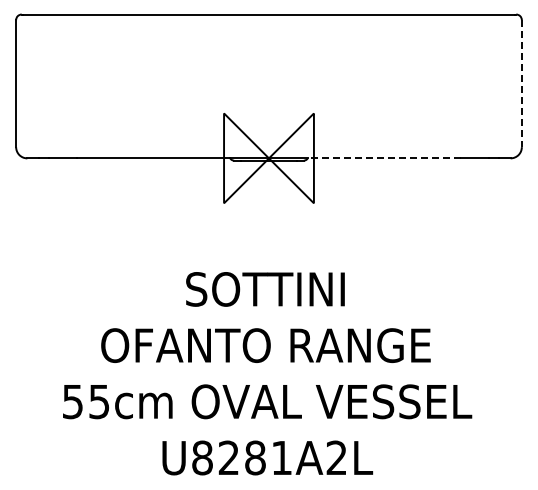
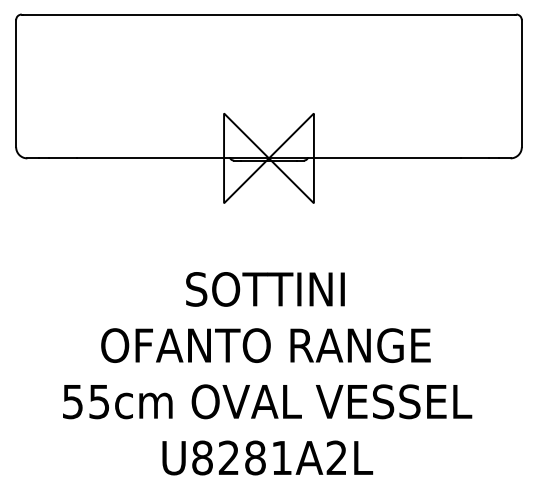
line at (521, 84): dashed -> solid
line at (384, 158): dashed -> solid
